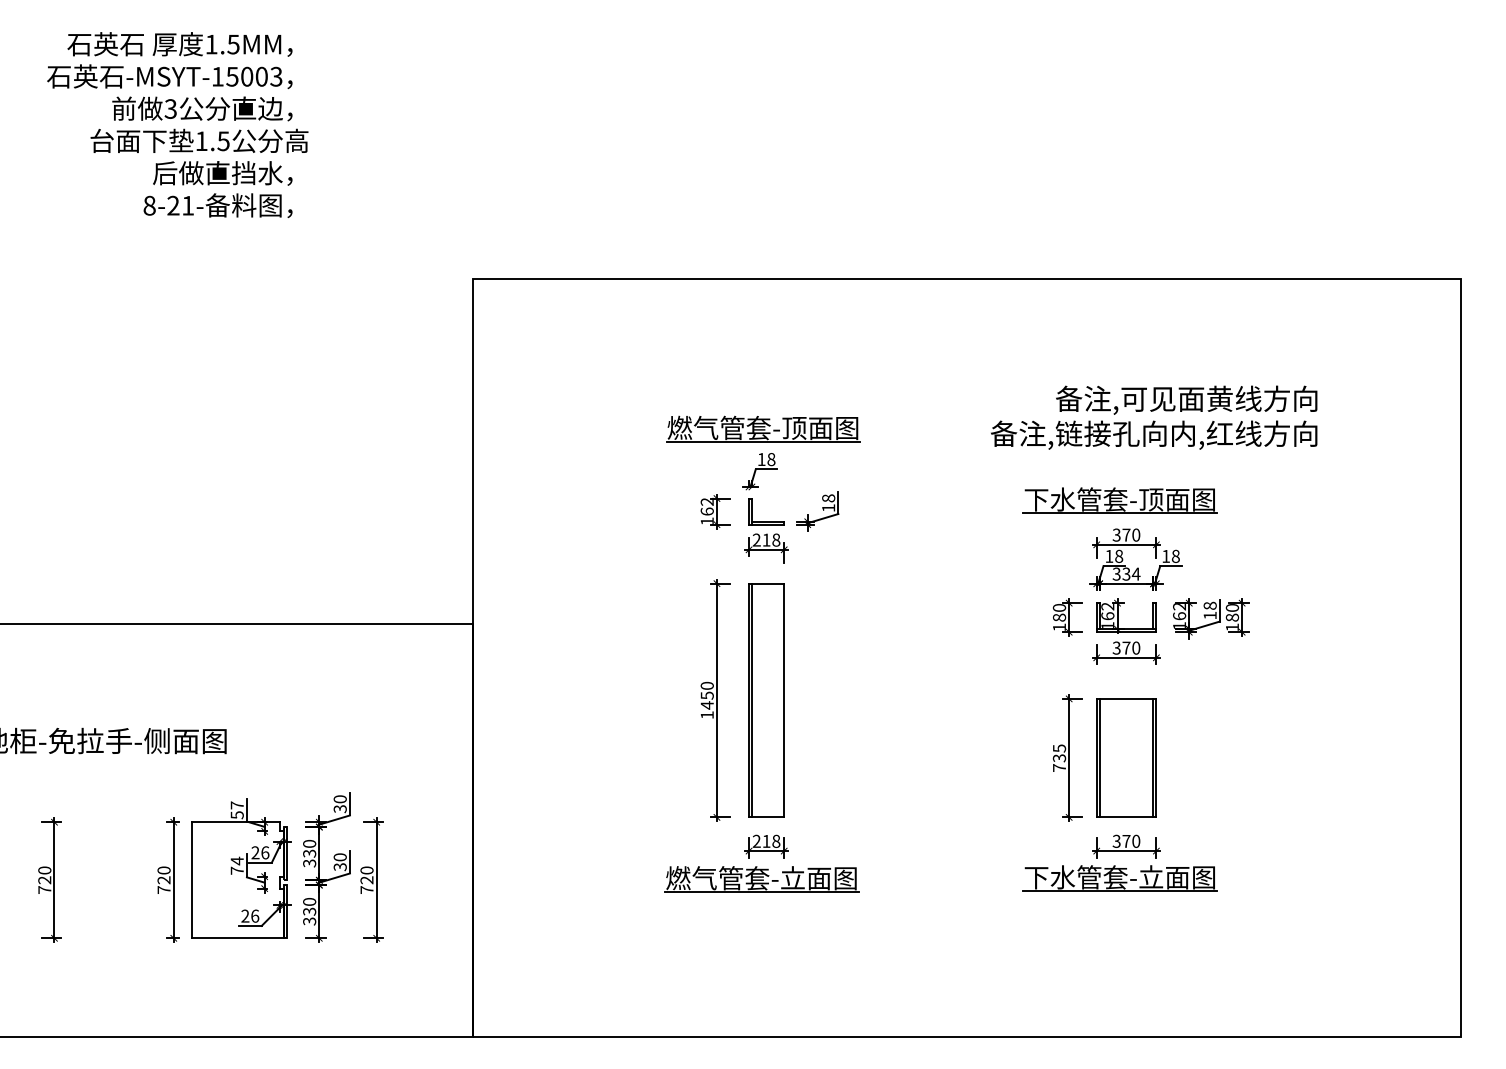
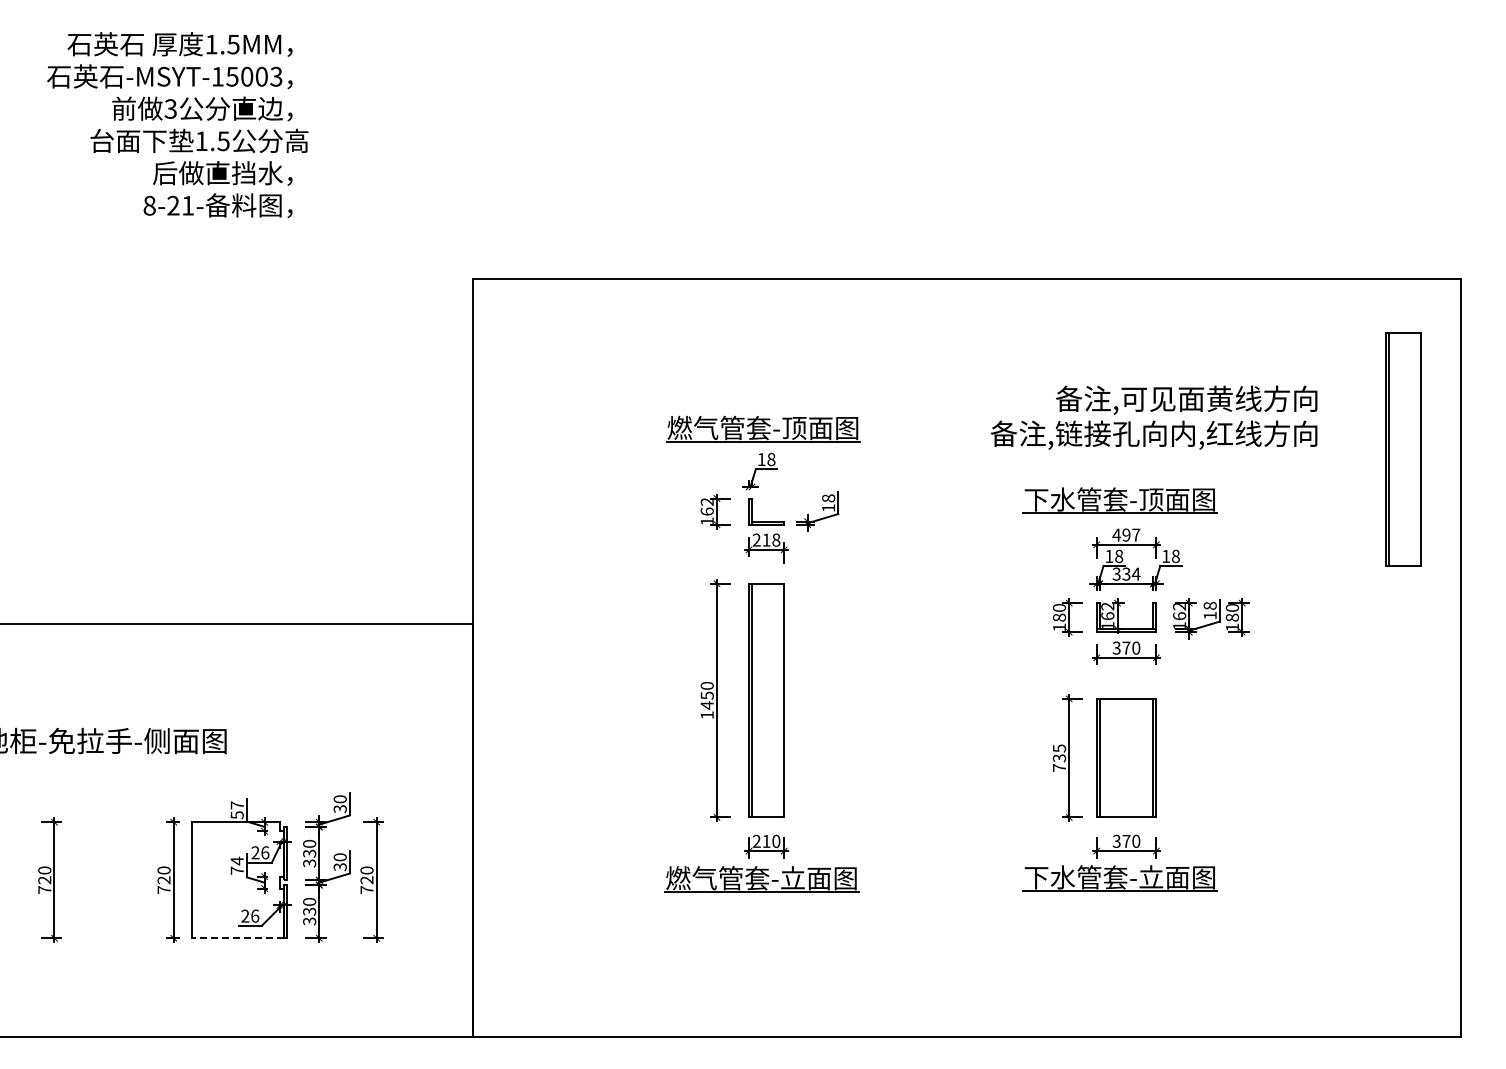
part at (1403, 449): none -> present
text at (1126, 534): 370 -> 497
text at (776, 841): 218 -> 210
line at (238, 938): solid -> dashed
